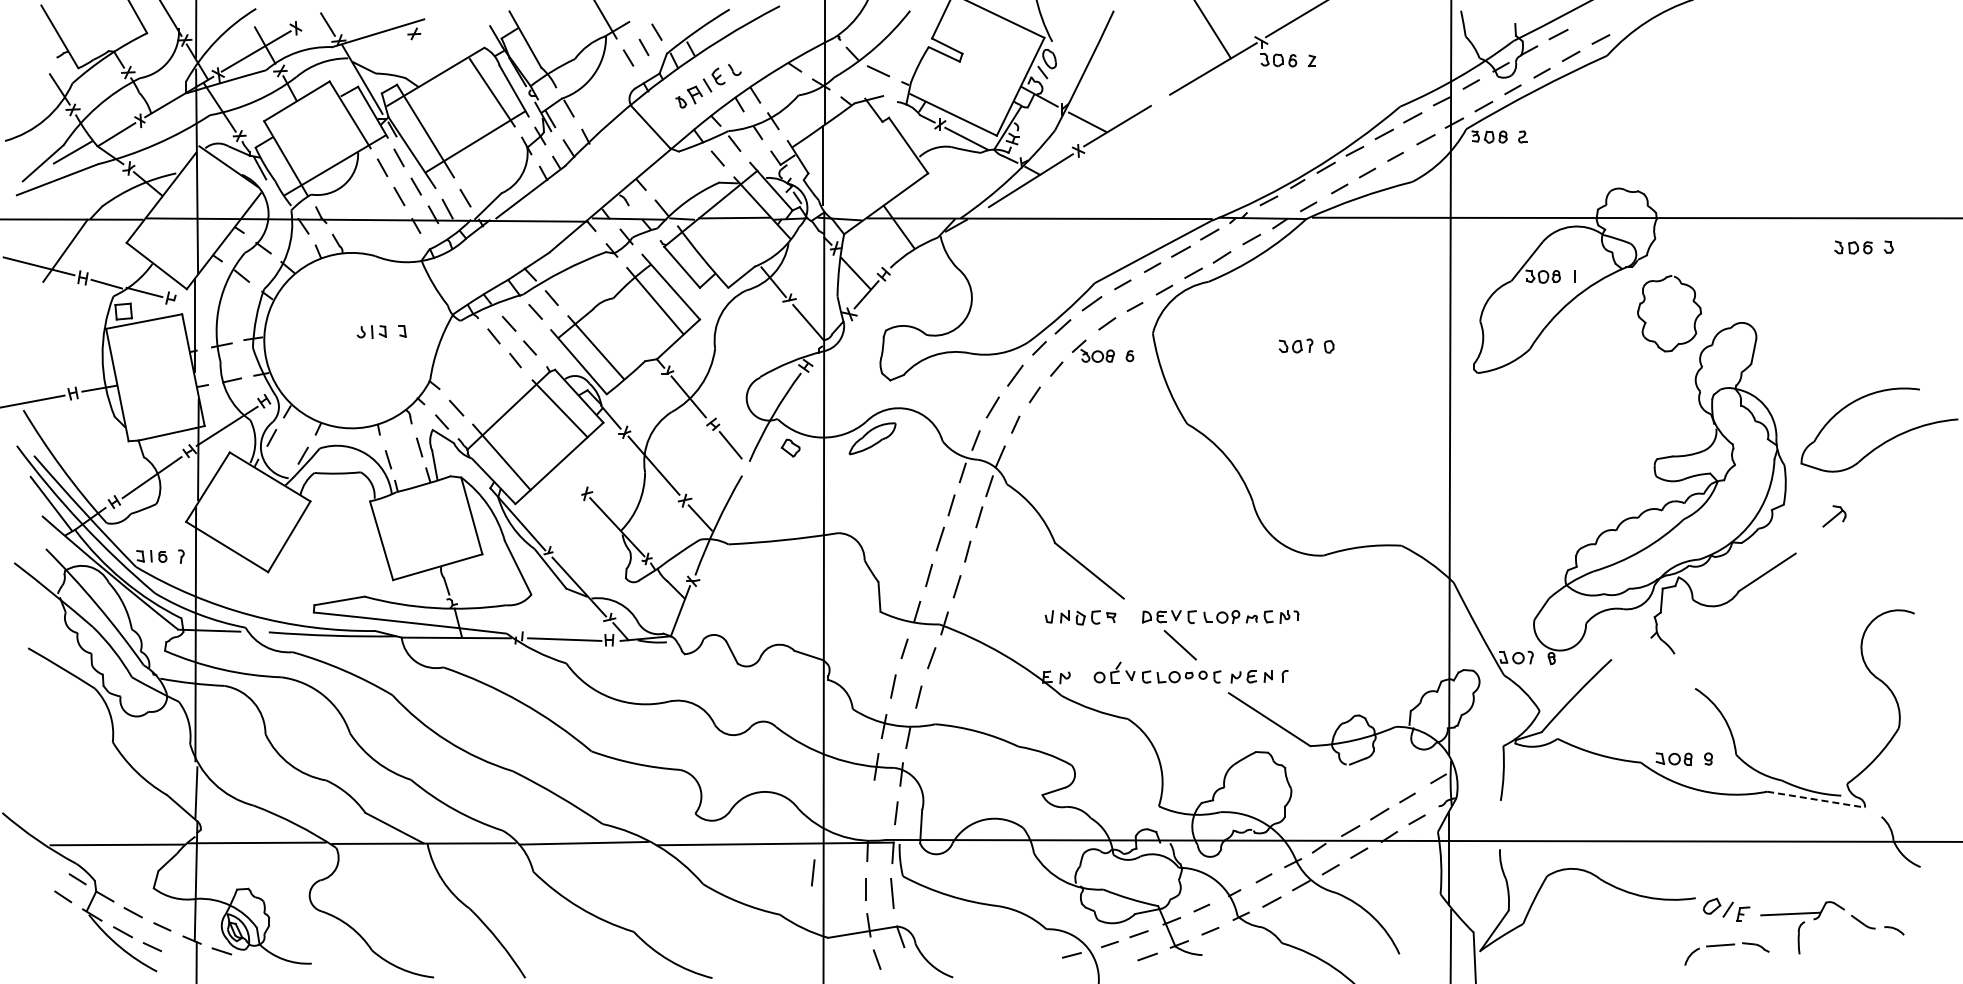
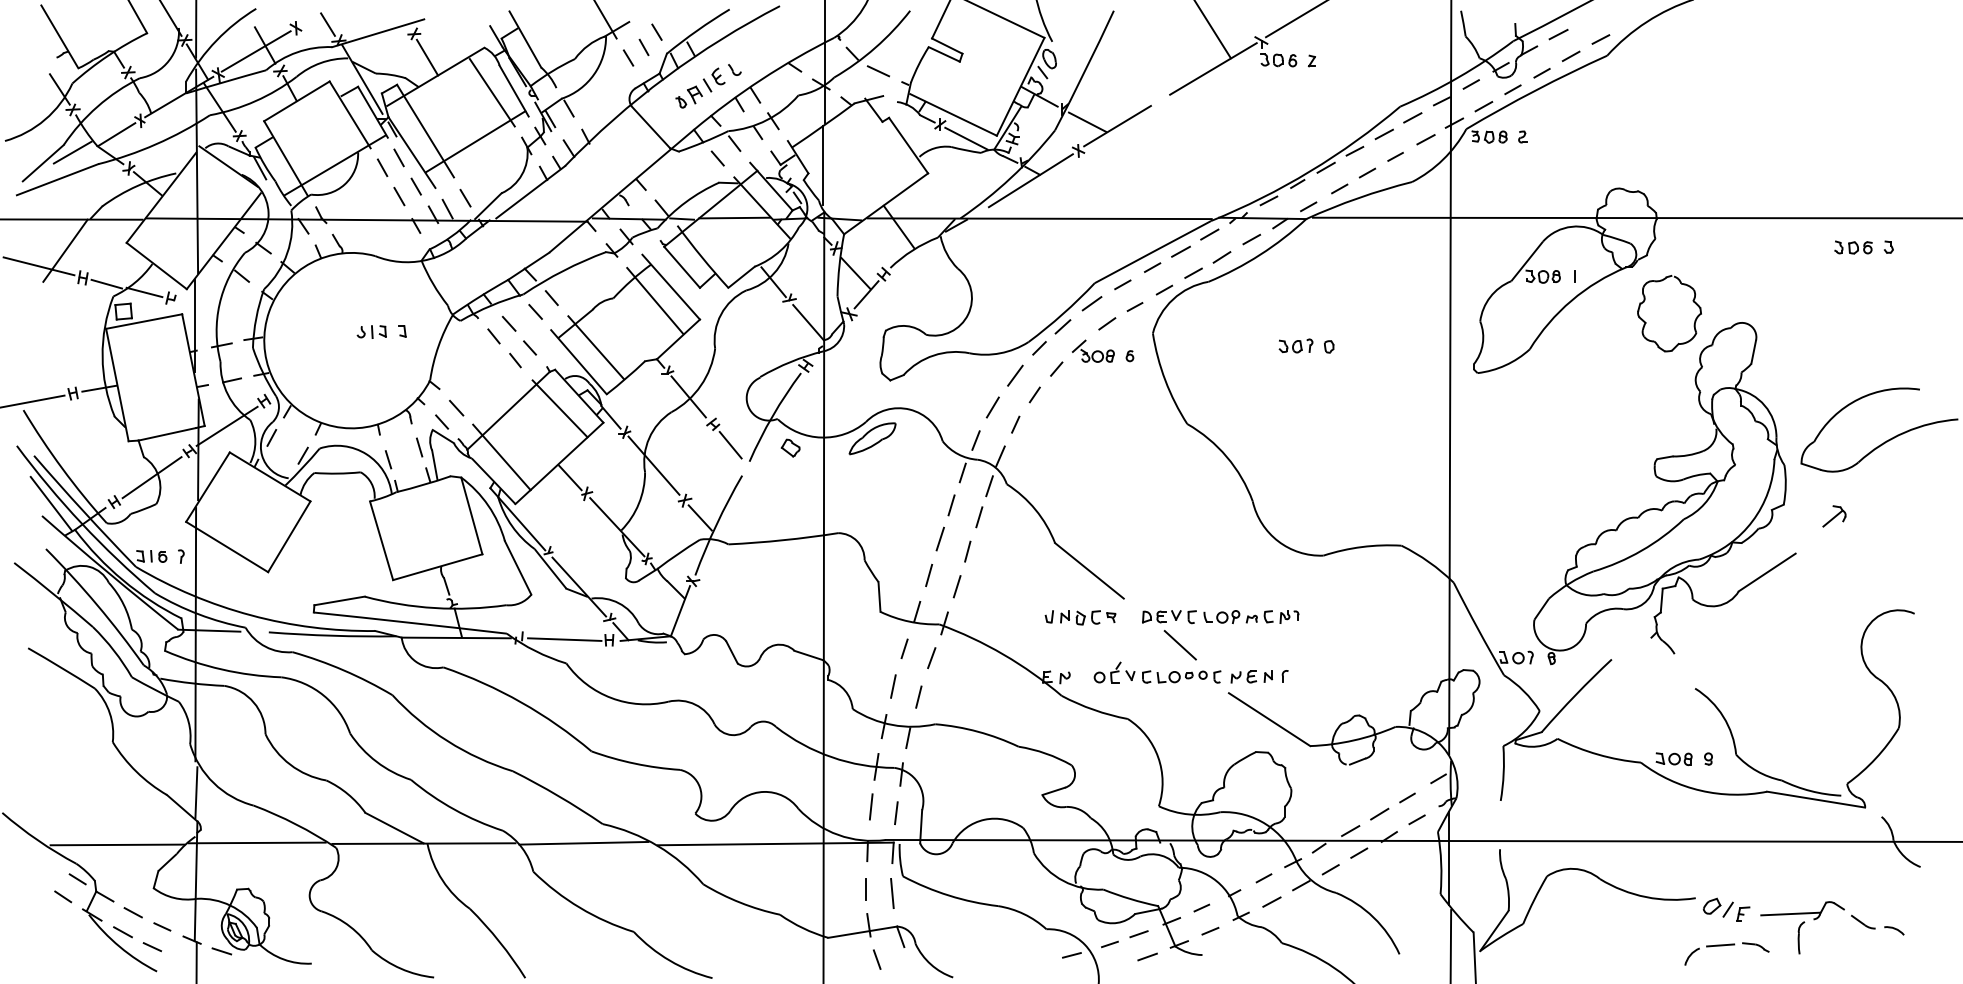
line at (427, 57): none -> present
line at (570, 477): none -> present
line at (1816, 799): dashed -> solid
line at (813, 872) position: (813, 872) -> (871, 806)
